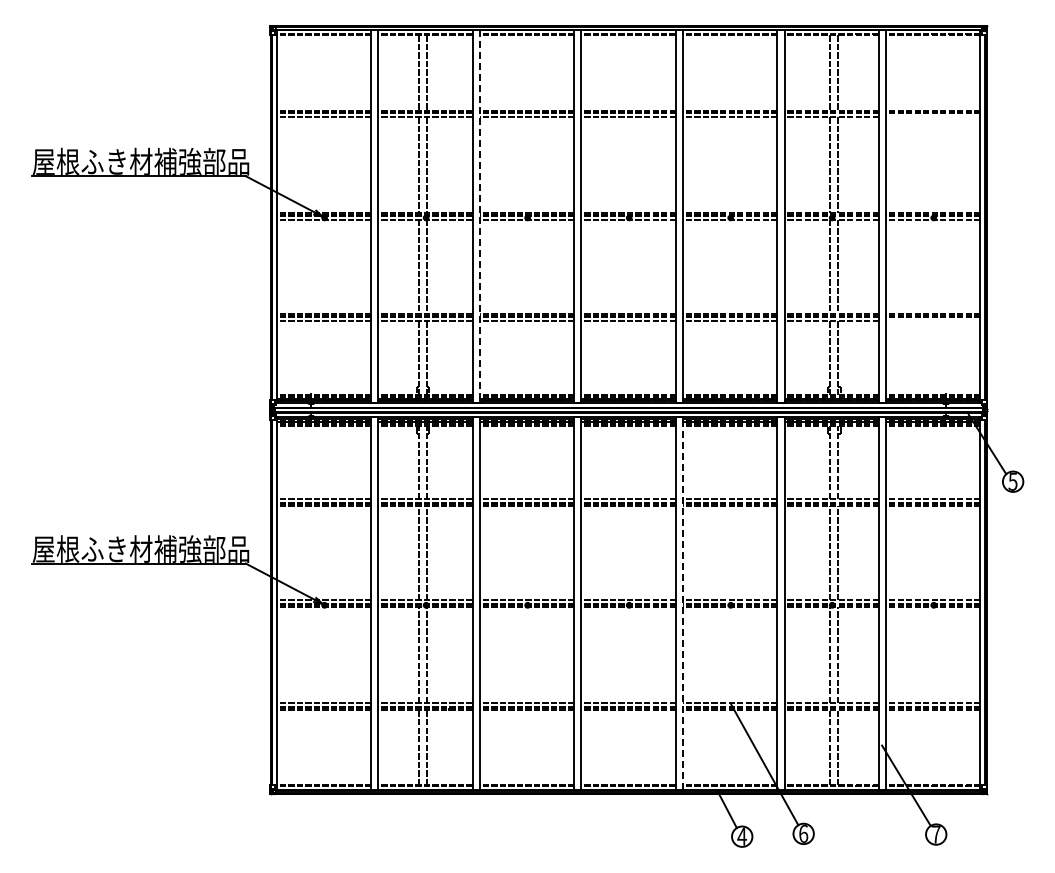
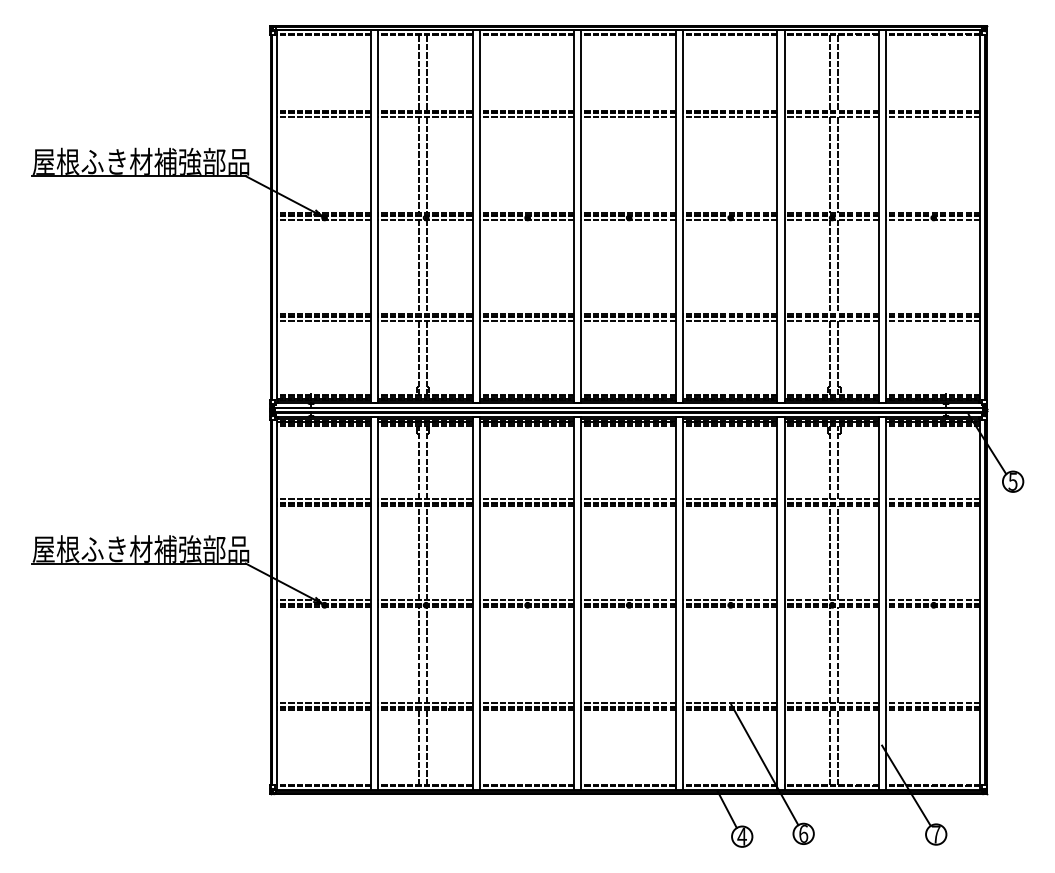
line at (933, 117): none -> present
line at (479, 216): dashed -> solid
line at (933, 321): none -> present
line at (682, 603): dashed -> solid
